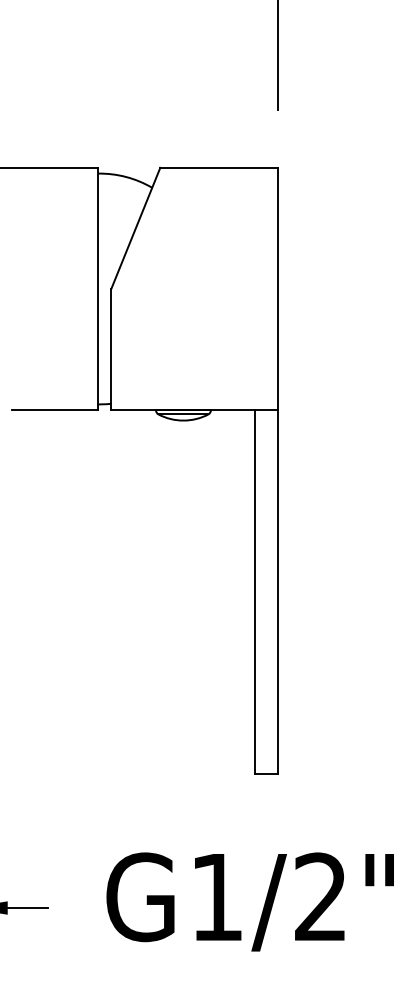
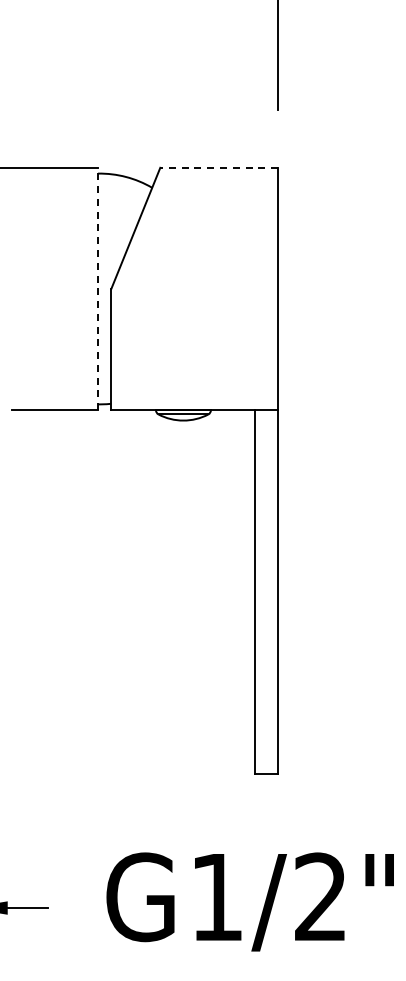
line at (219, 167): solid -> dashed
line at (98, 288): solid -> dashed
